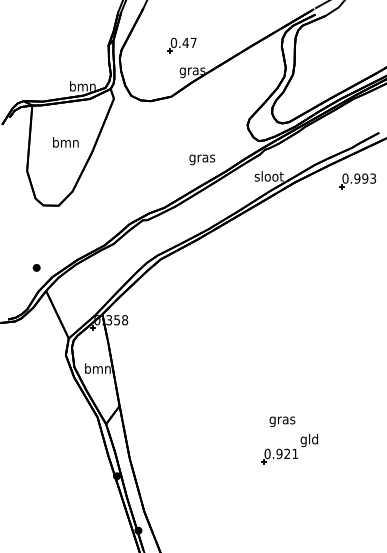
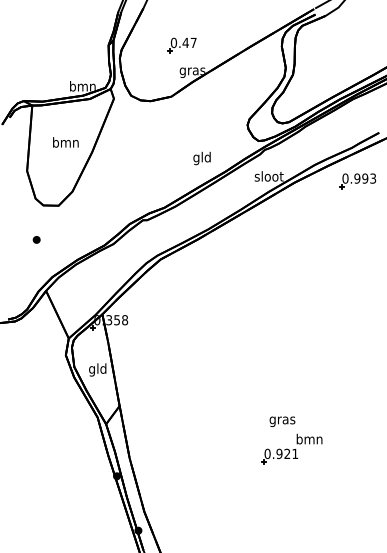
text at (202, 158): gras -> gld
part at (36, 267) position: (36, 267) -> (36, 239)
text at (97, 369): bmn -> gld
text at (309, 440): gld -> bmn
